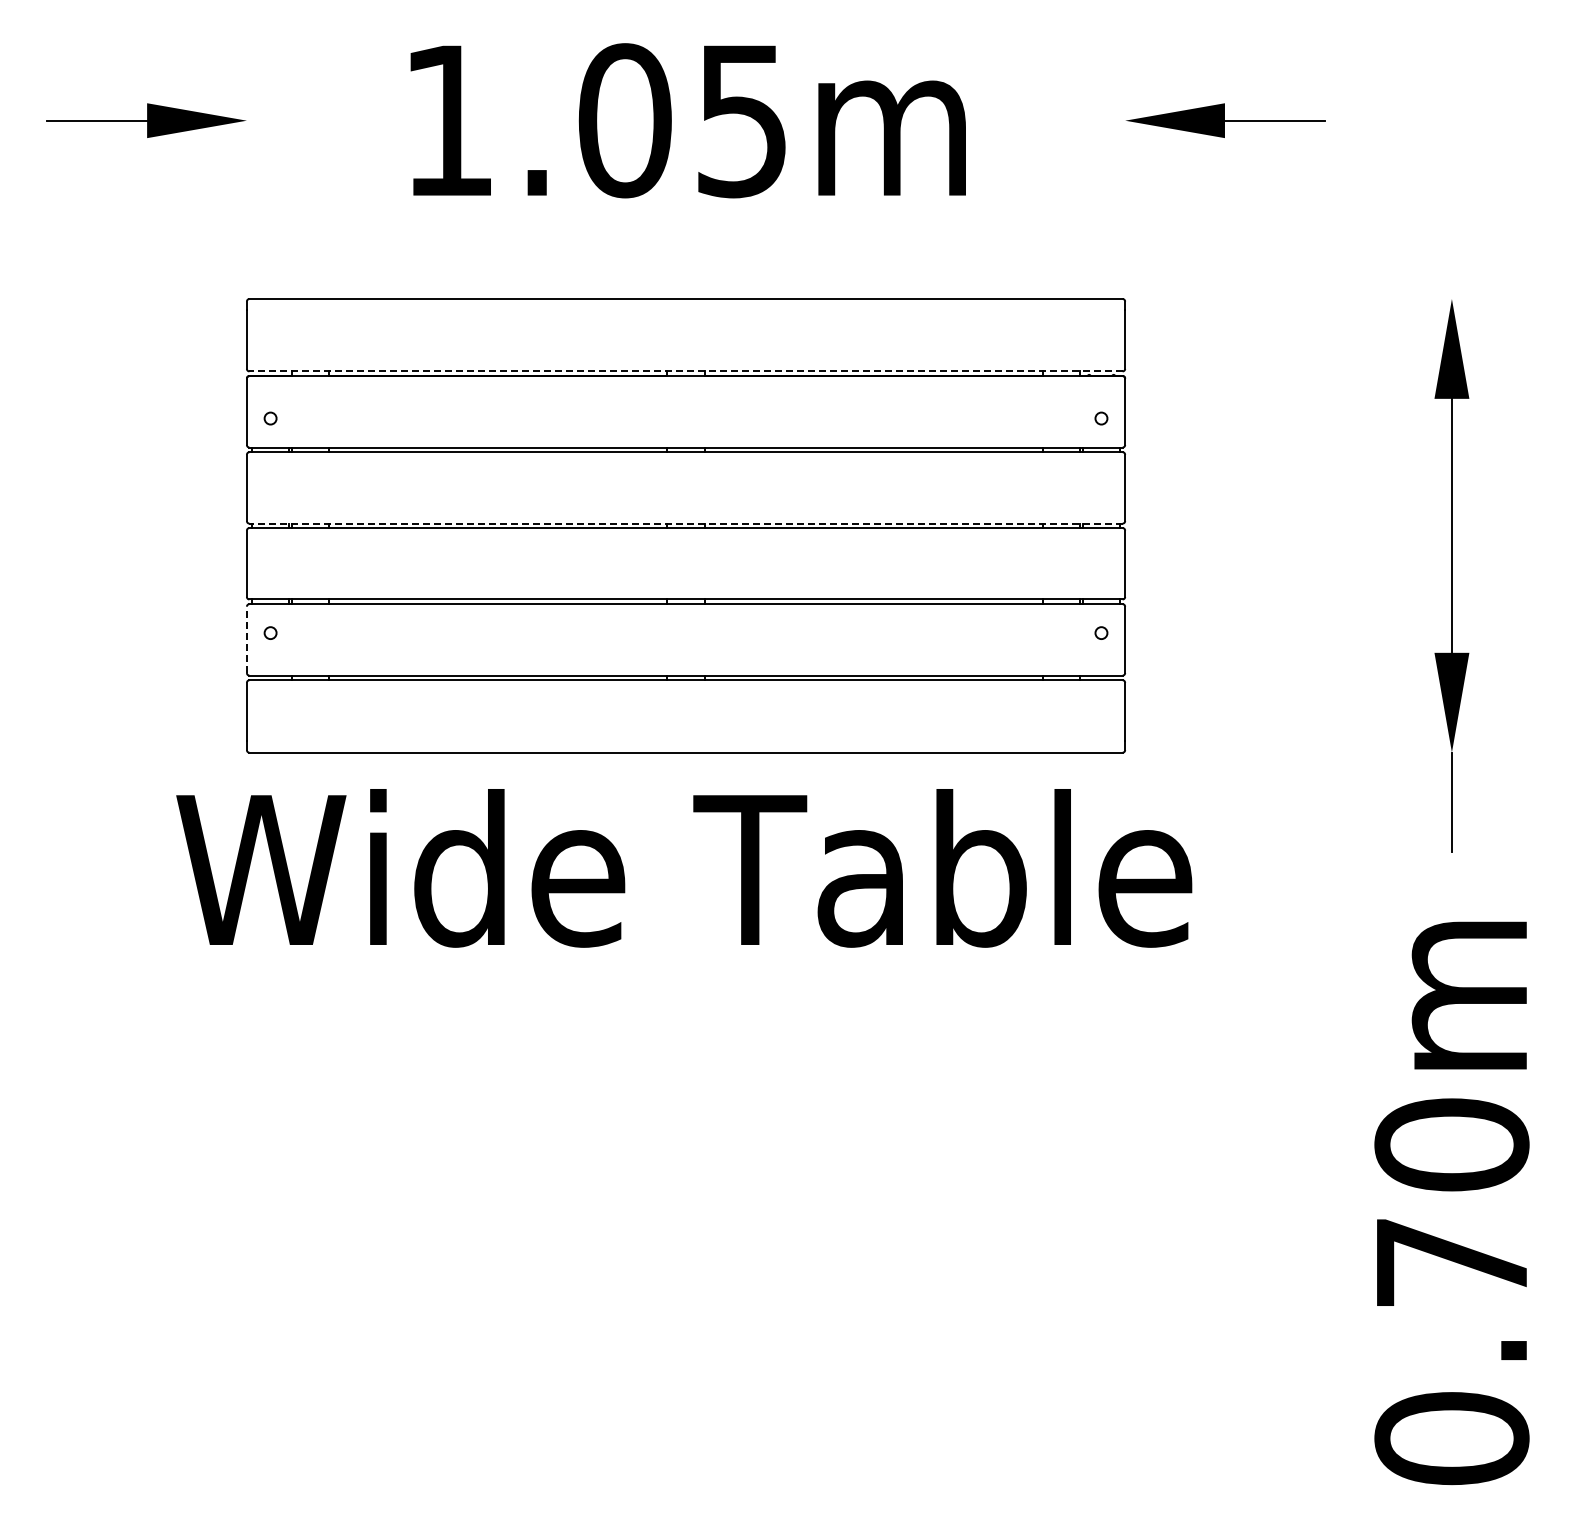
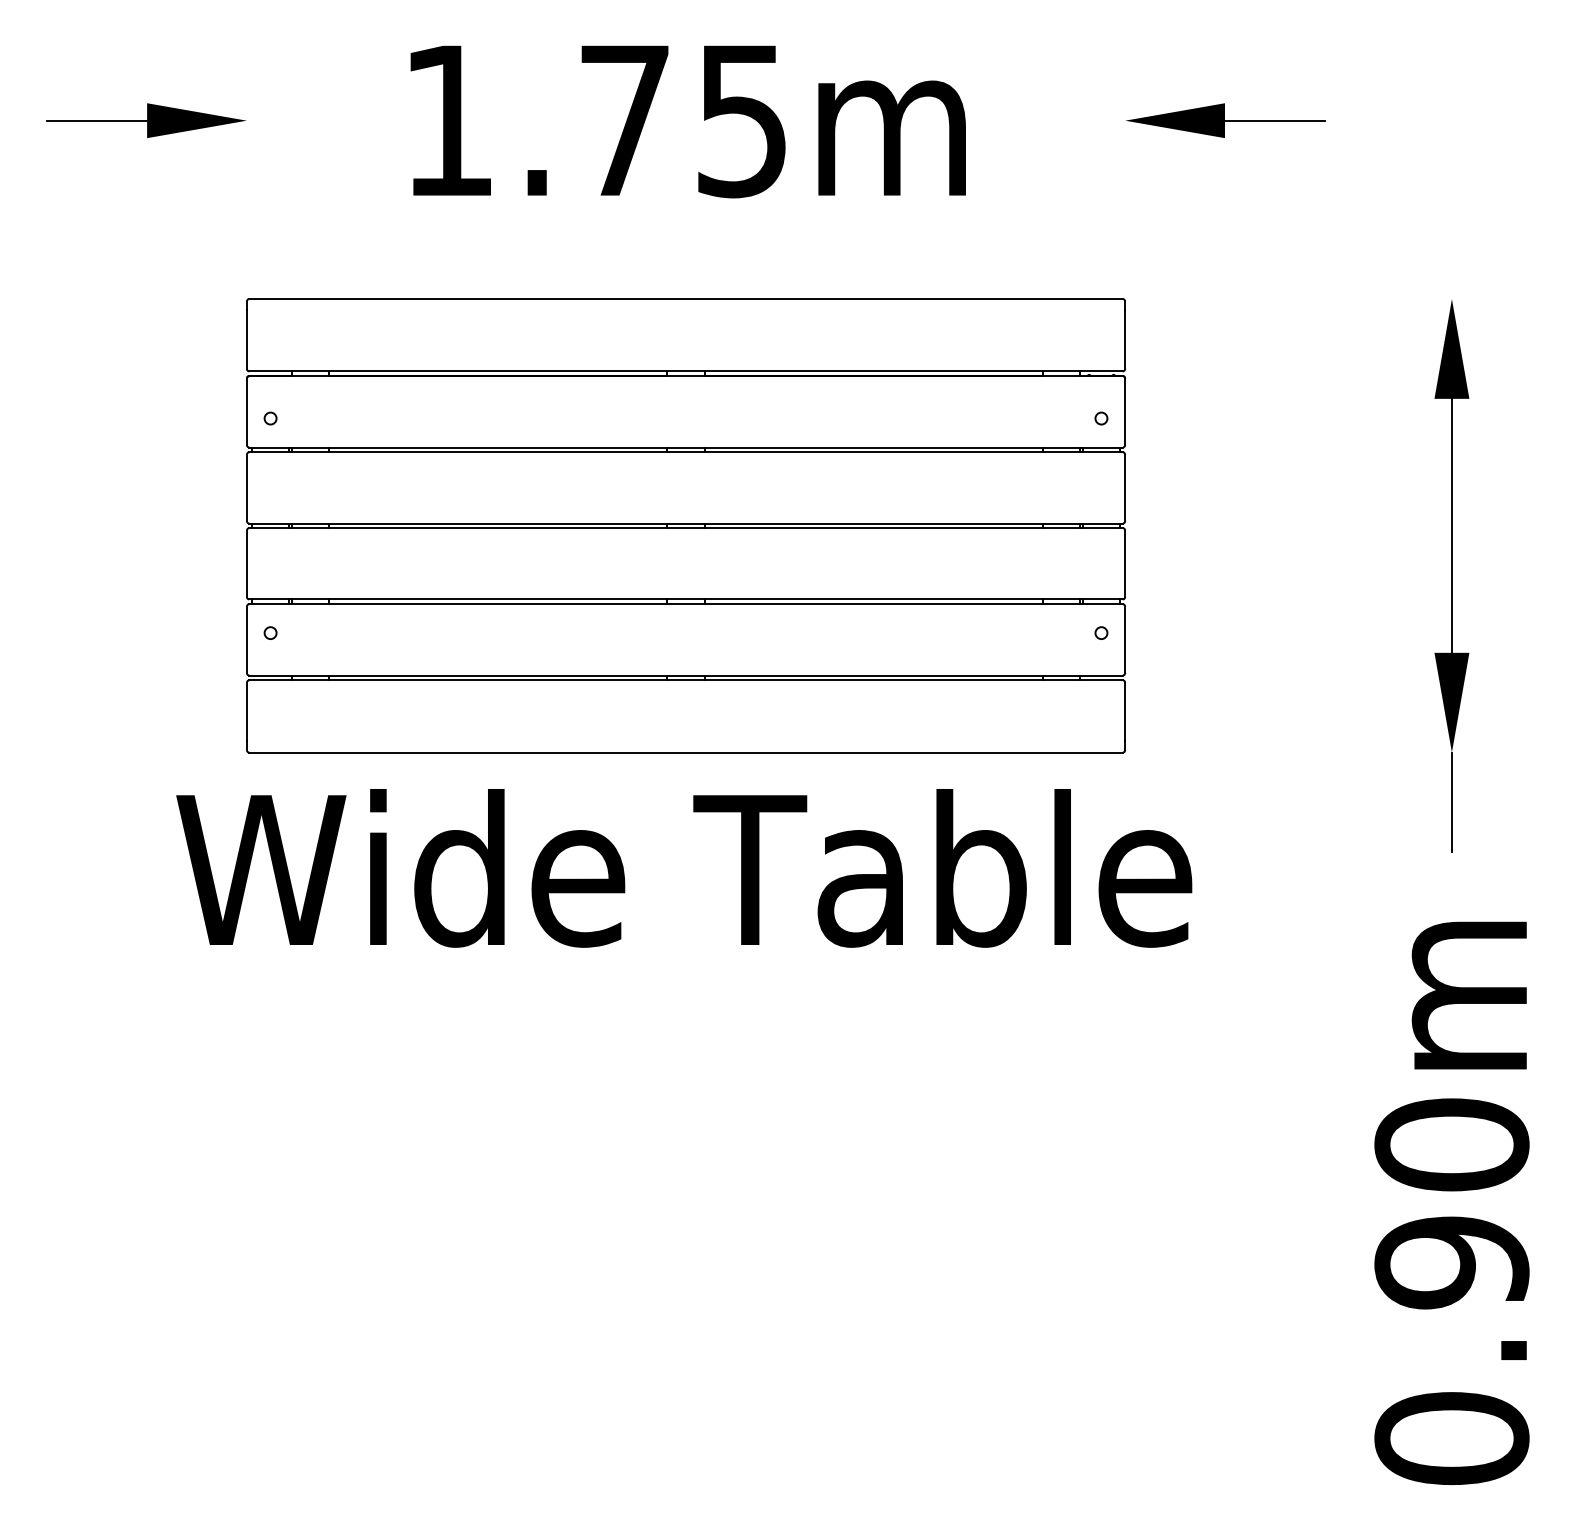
text at (624, 120): 1.05m -> 1.75m
line at (686, 371): dashed -> solid
line at (686, 523): dashed -> solid
line at (246, 639): dashed -> solid
text at (1451, 1262): 0.70m -> 0.90m
